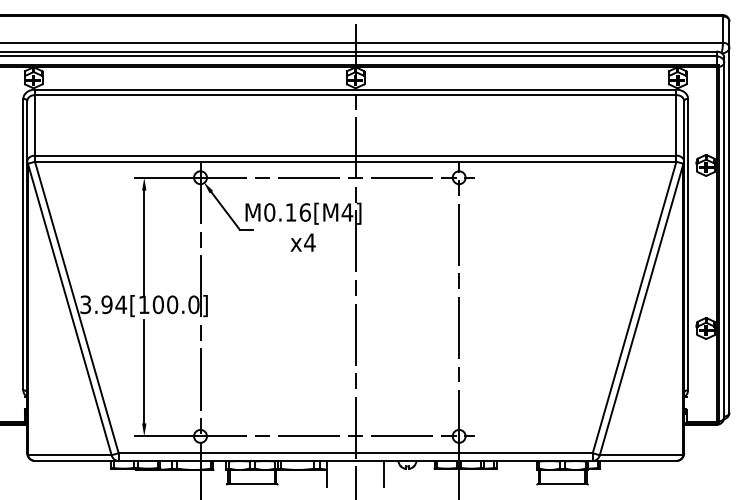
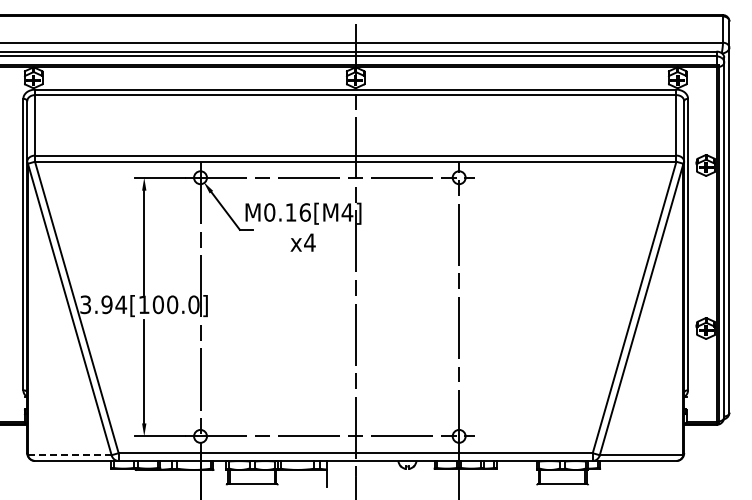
line at (69, 455): solid -> dashed
line at (384, 473): present -> none
